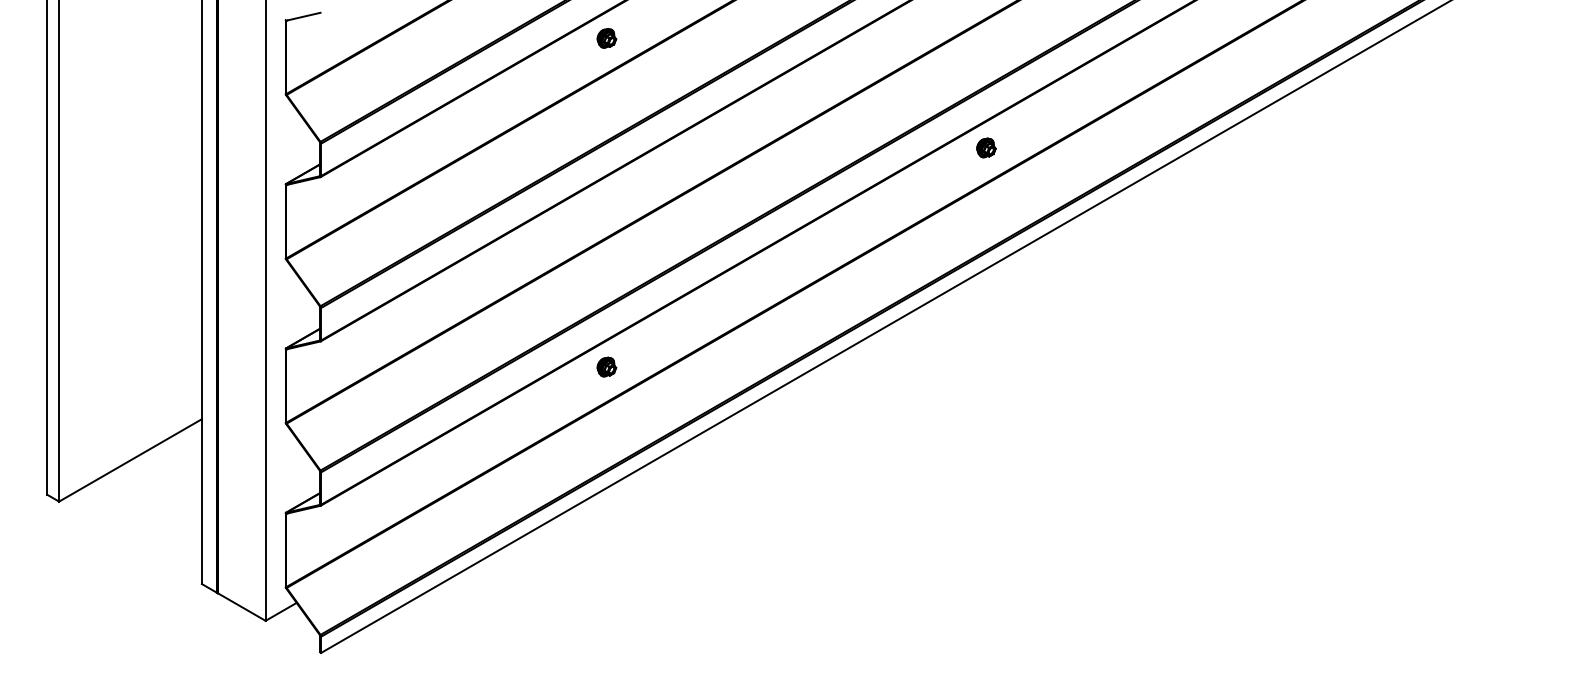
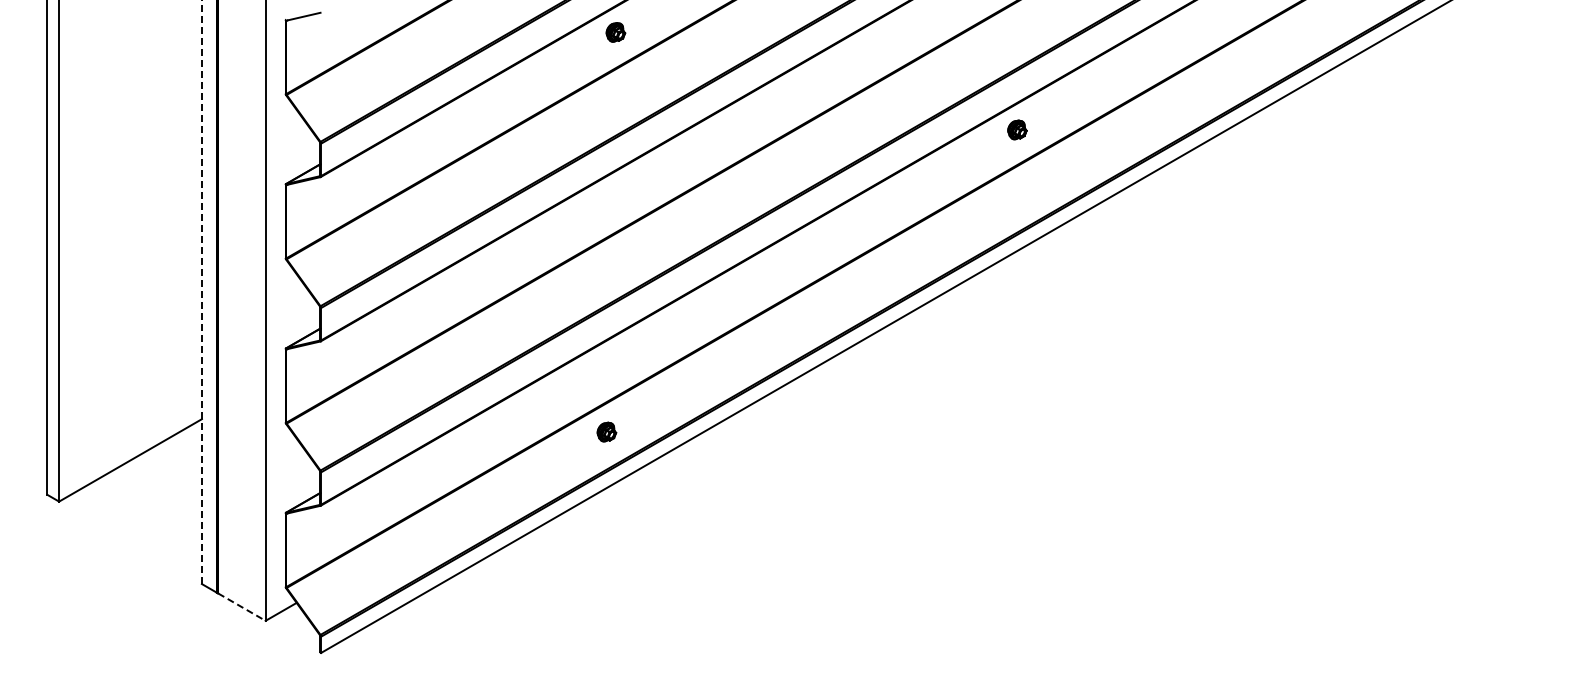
part at (606, 38) position: (606, 38) -> (615, 32)
part at (986, 147) position: (986, 147) -> (1017, 129)
line at (201, 292): solid -> dashed
part at (606, 366) position: (606, 366) -> (606, 431)
line at (242, 607): solid -> dashed
